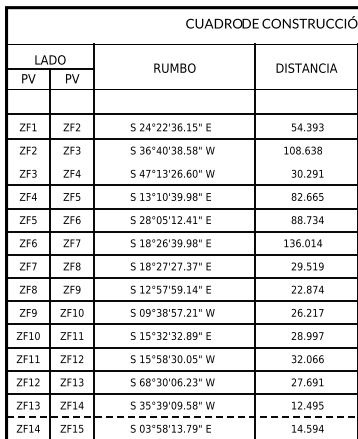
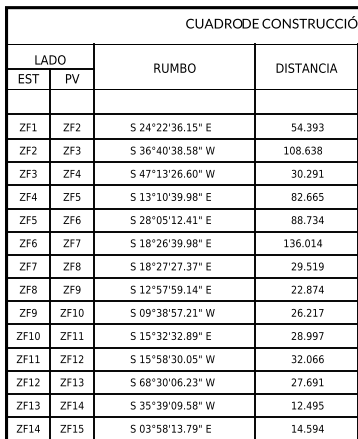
text at (28, 78): PV -> EST
line at (180, 162): none -> present
line at (182, 417): dashed -> solid
